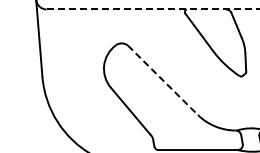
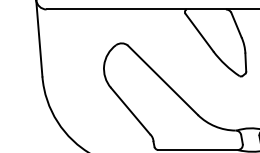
line at (153, 9): dashed -> solid
line at (163, 80): dashed -> solid
